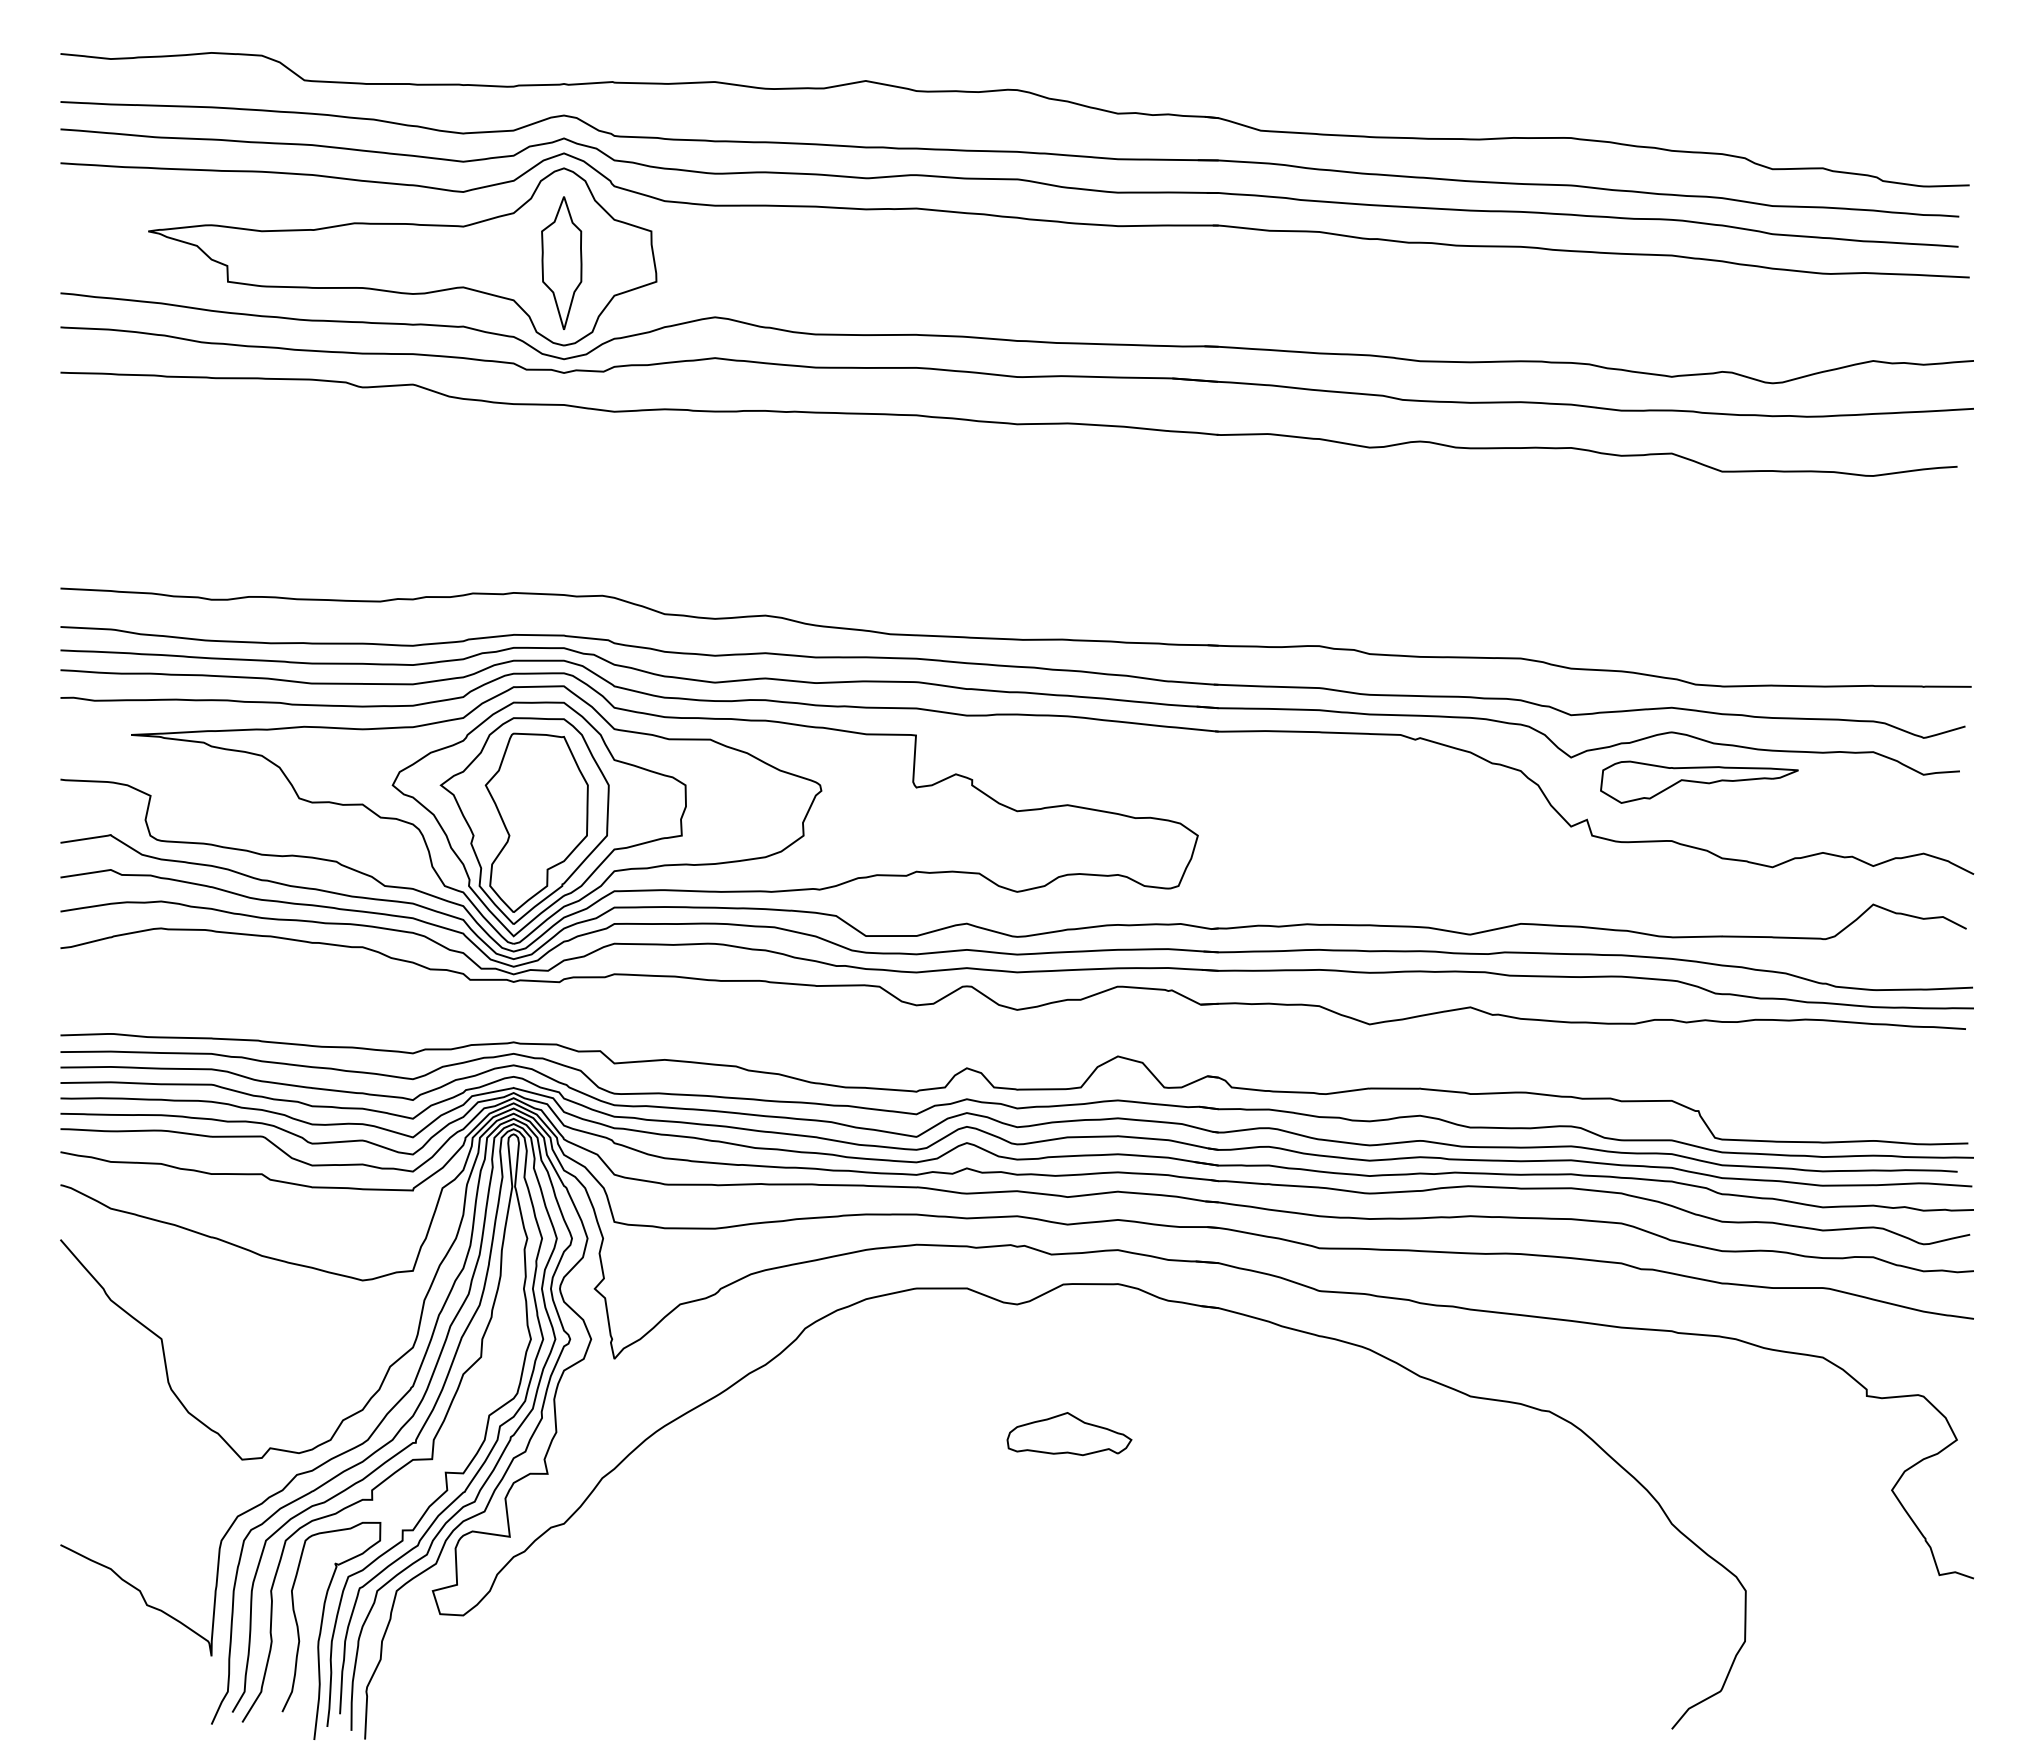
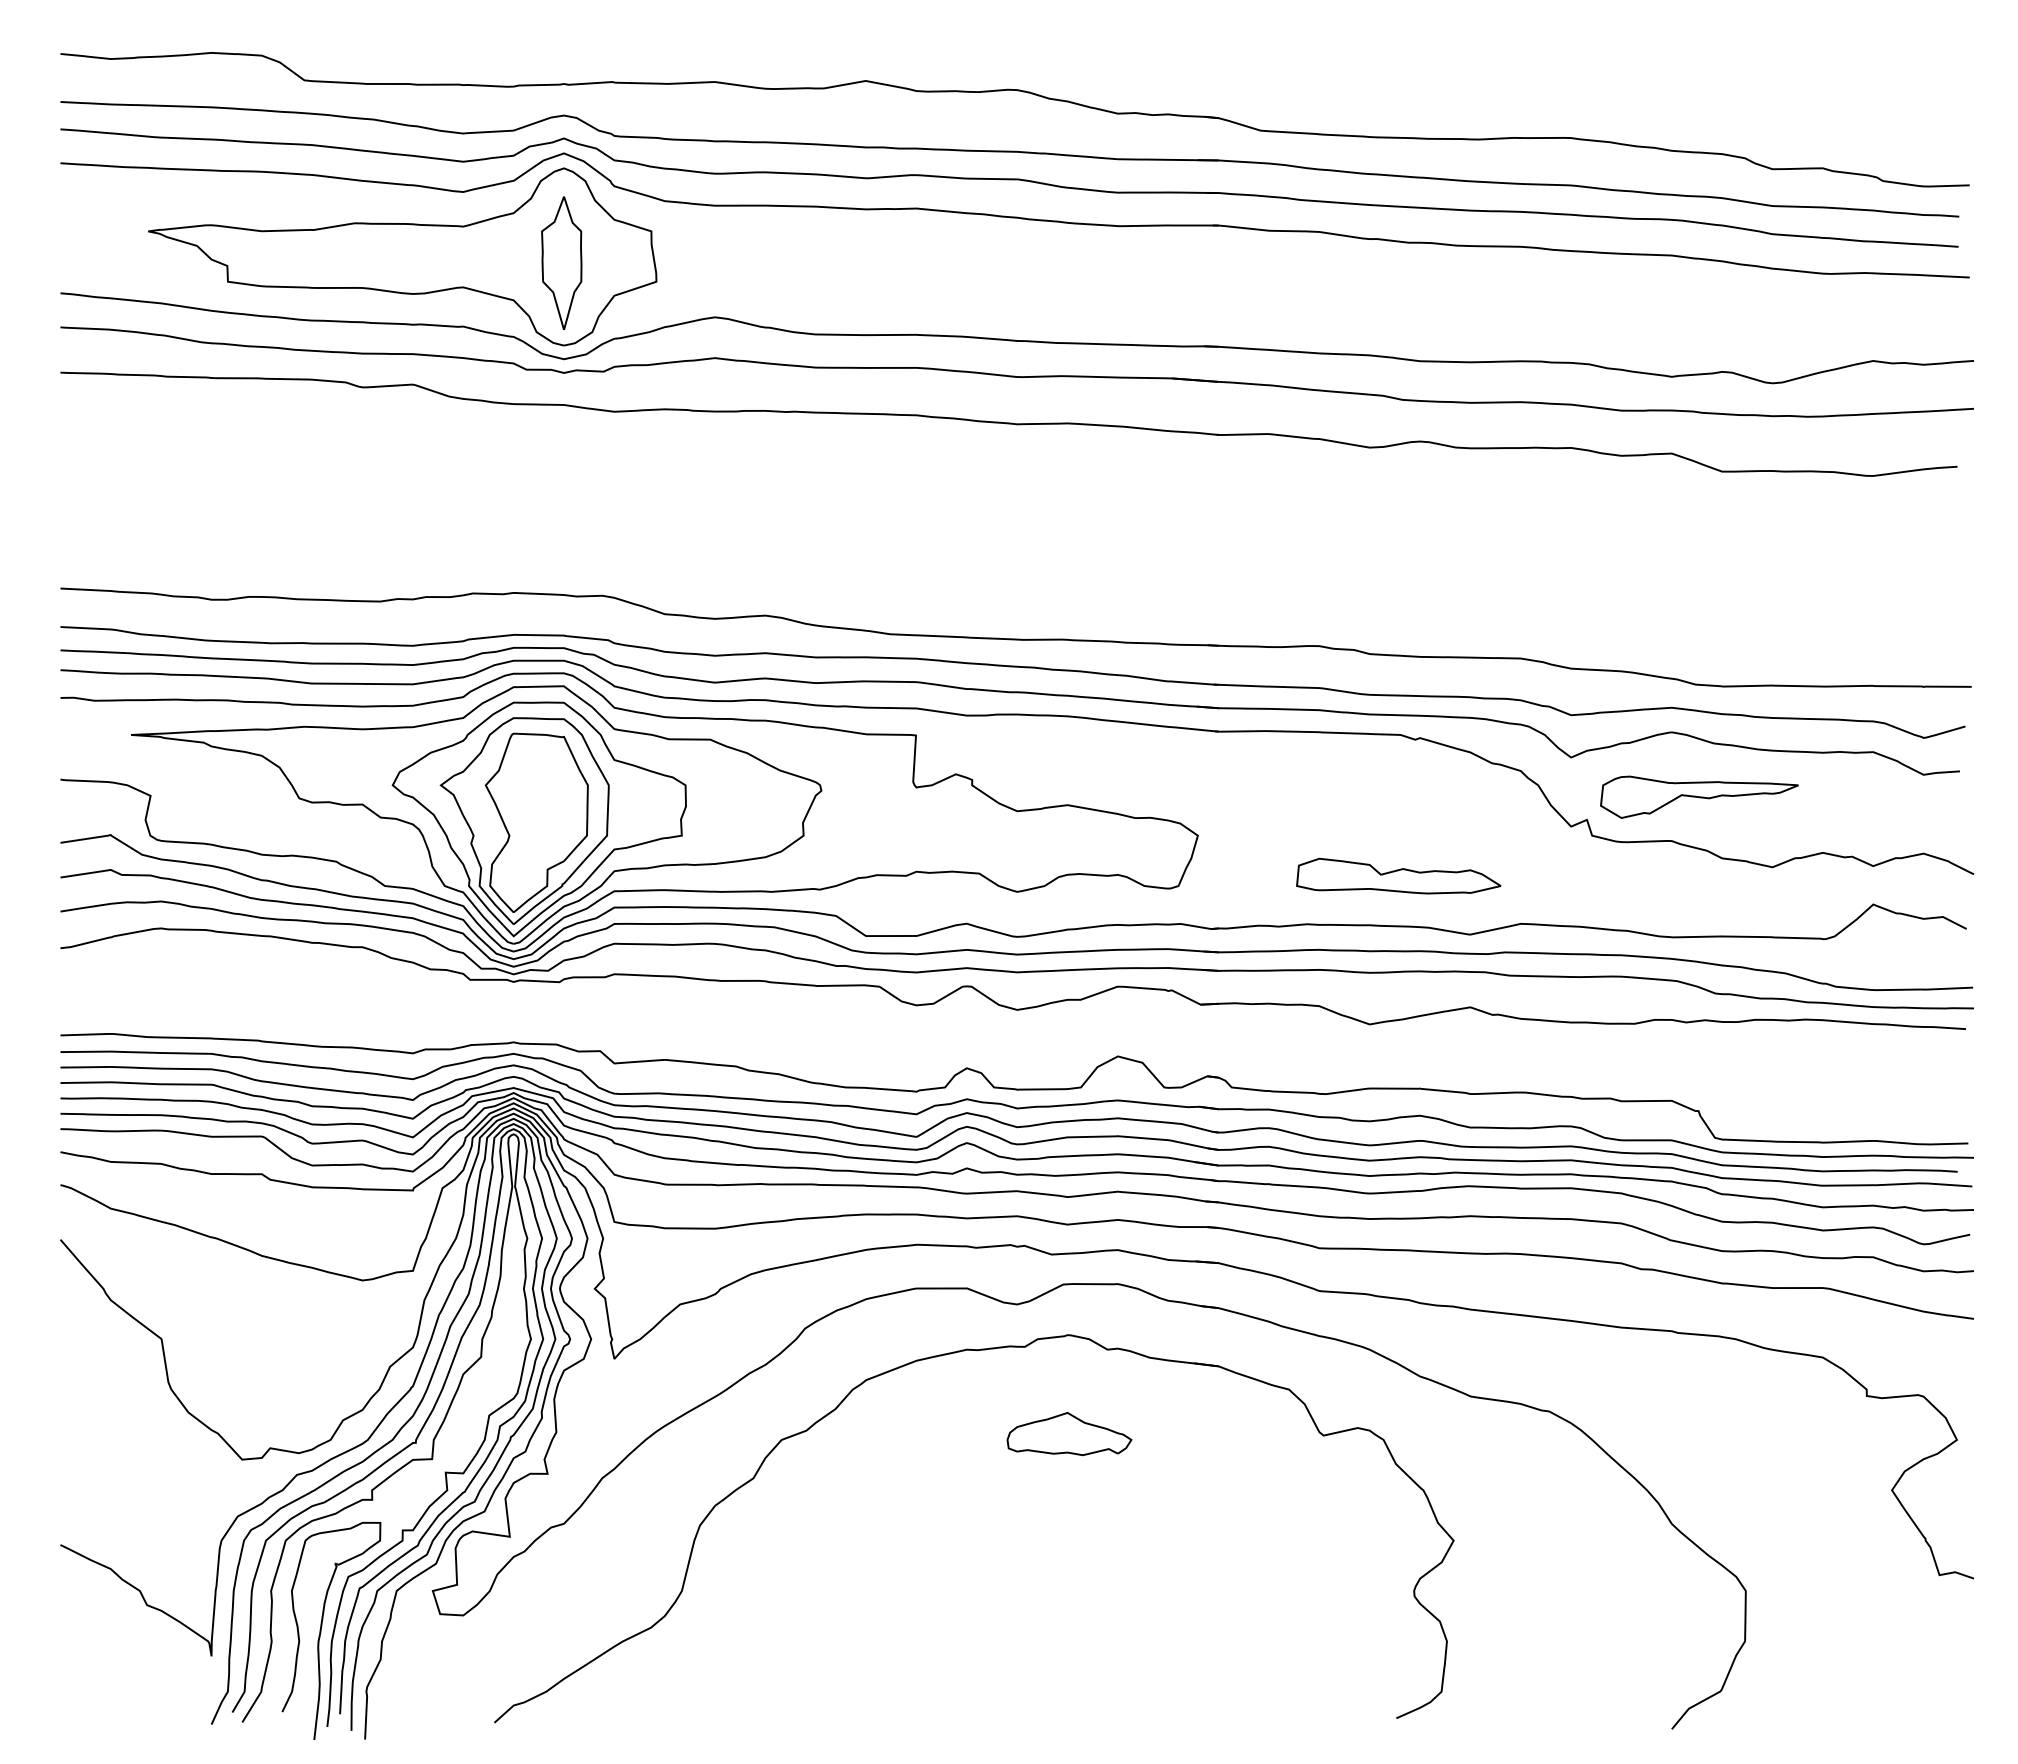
part at (1699, 781) position: (1699, 781) -> (1699, 796)
part at (1398, 875): none -> present
part at (932, 1358): none -> present
